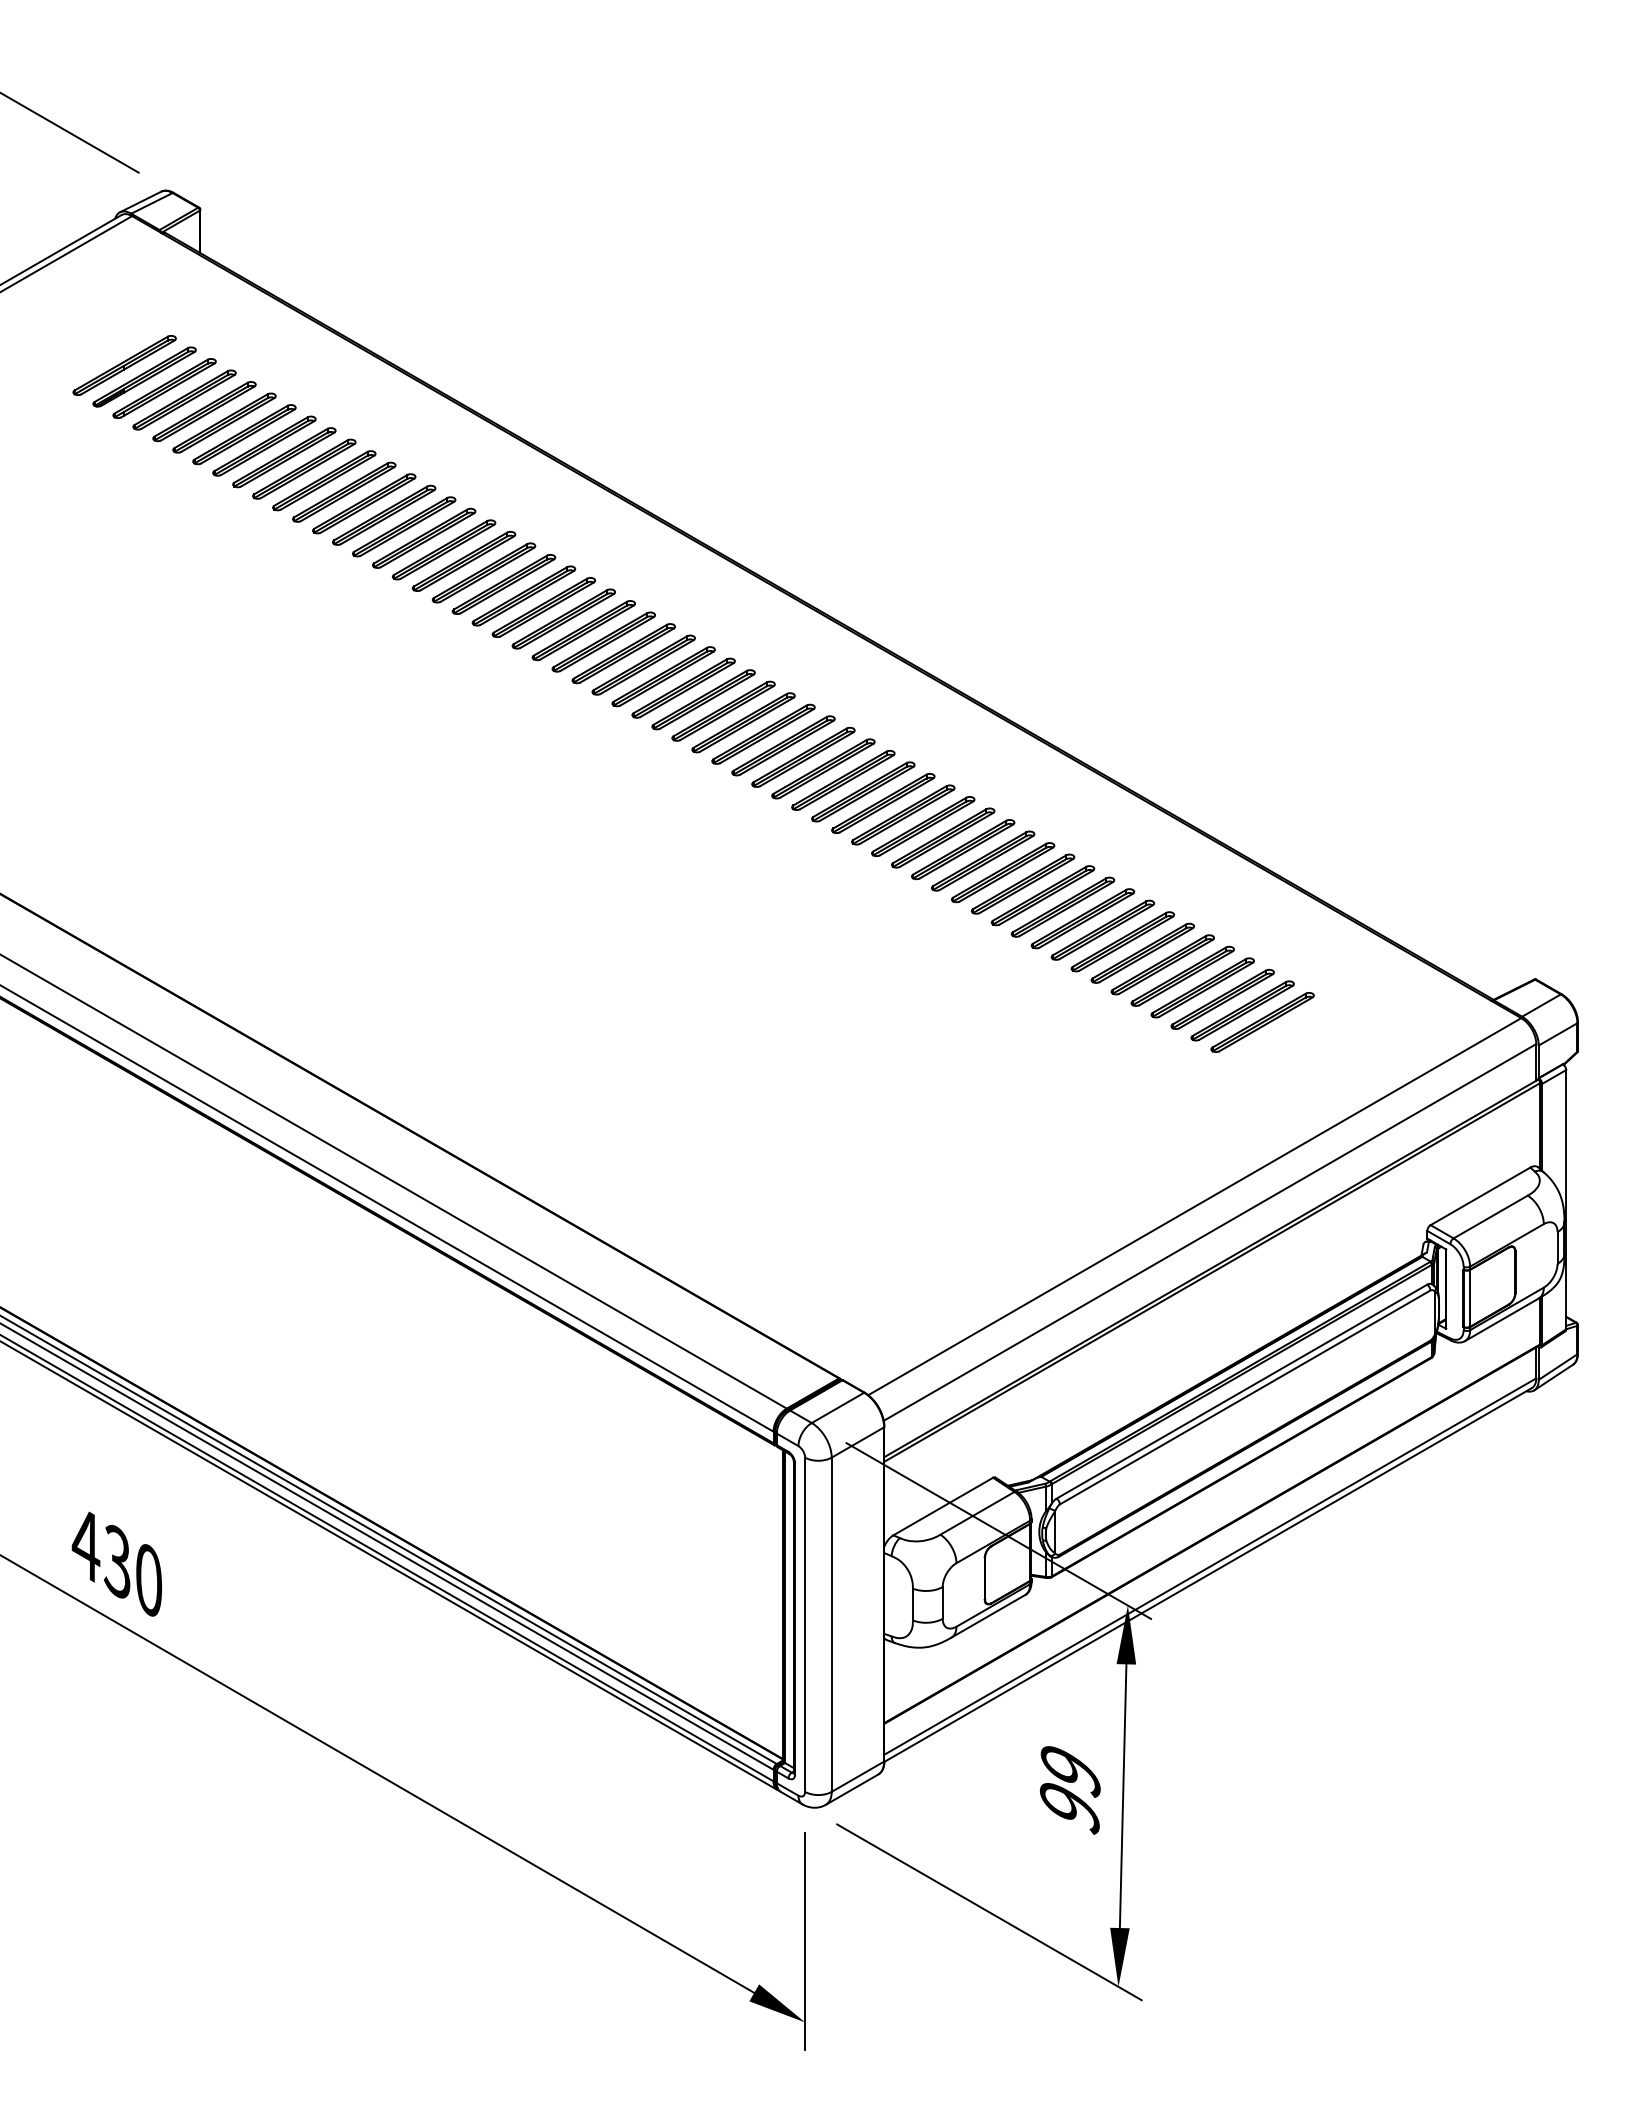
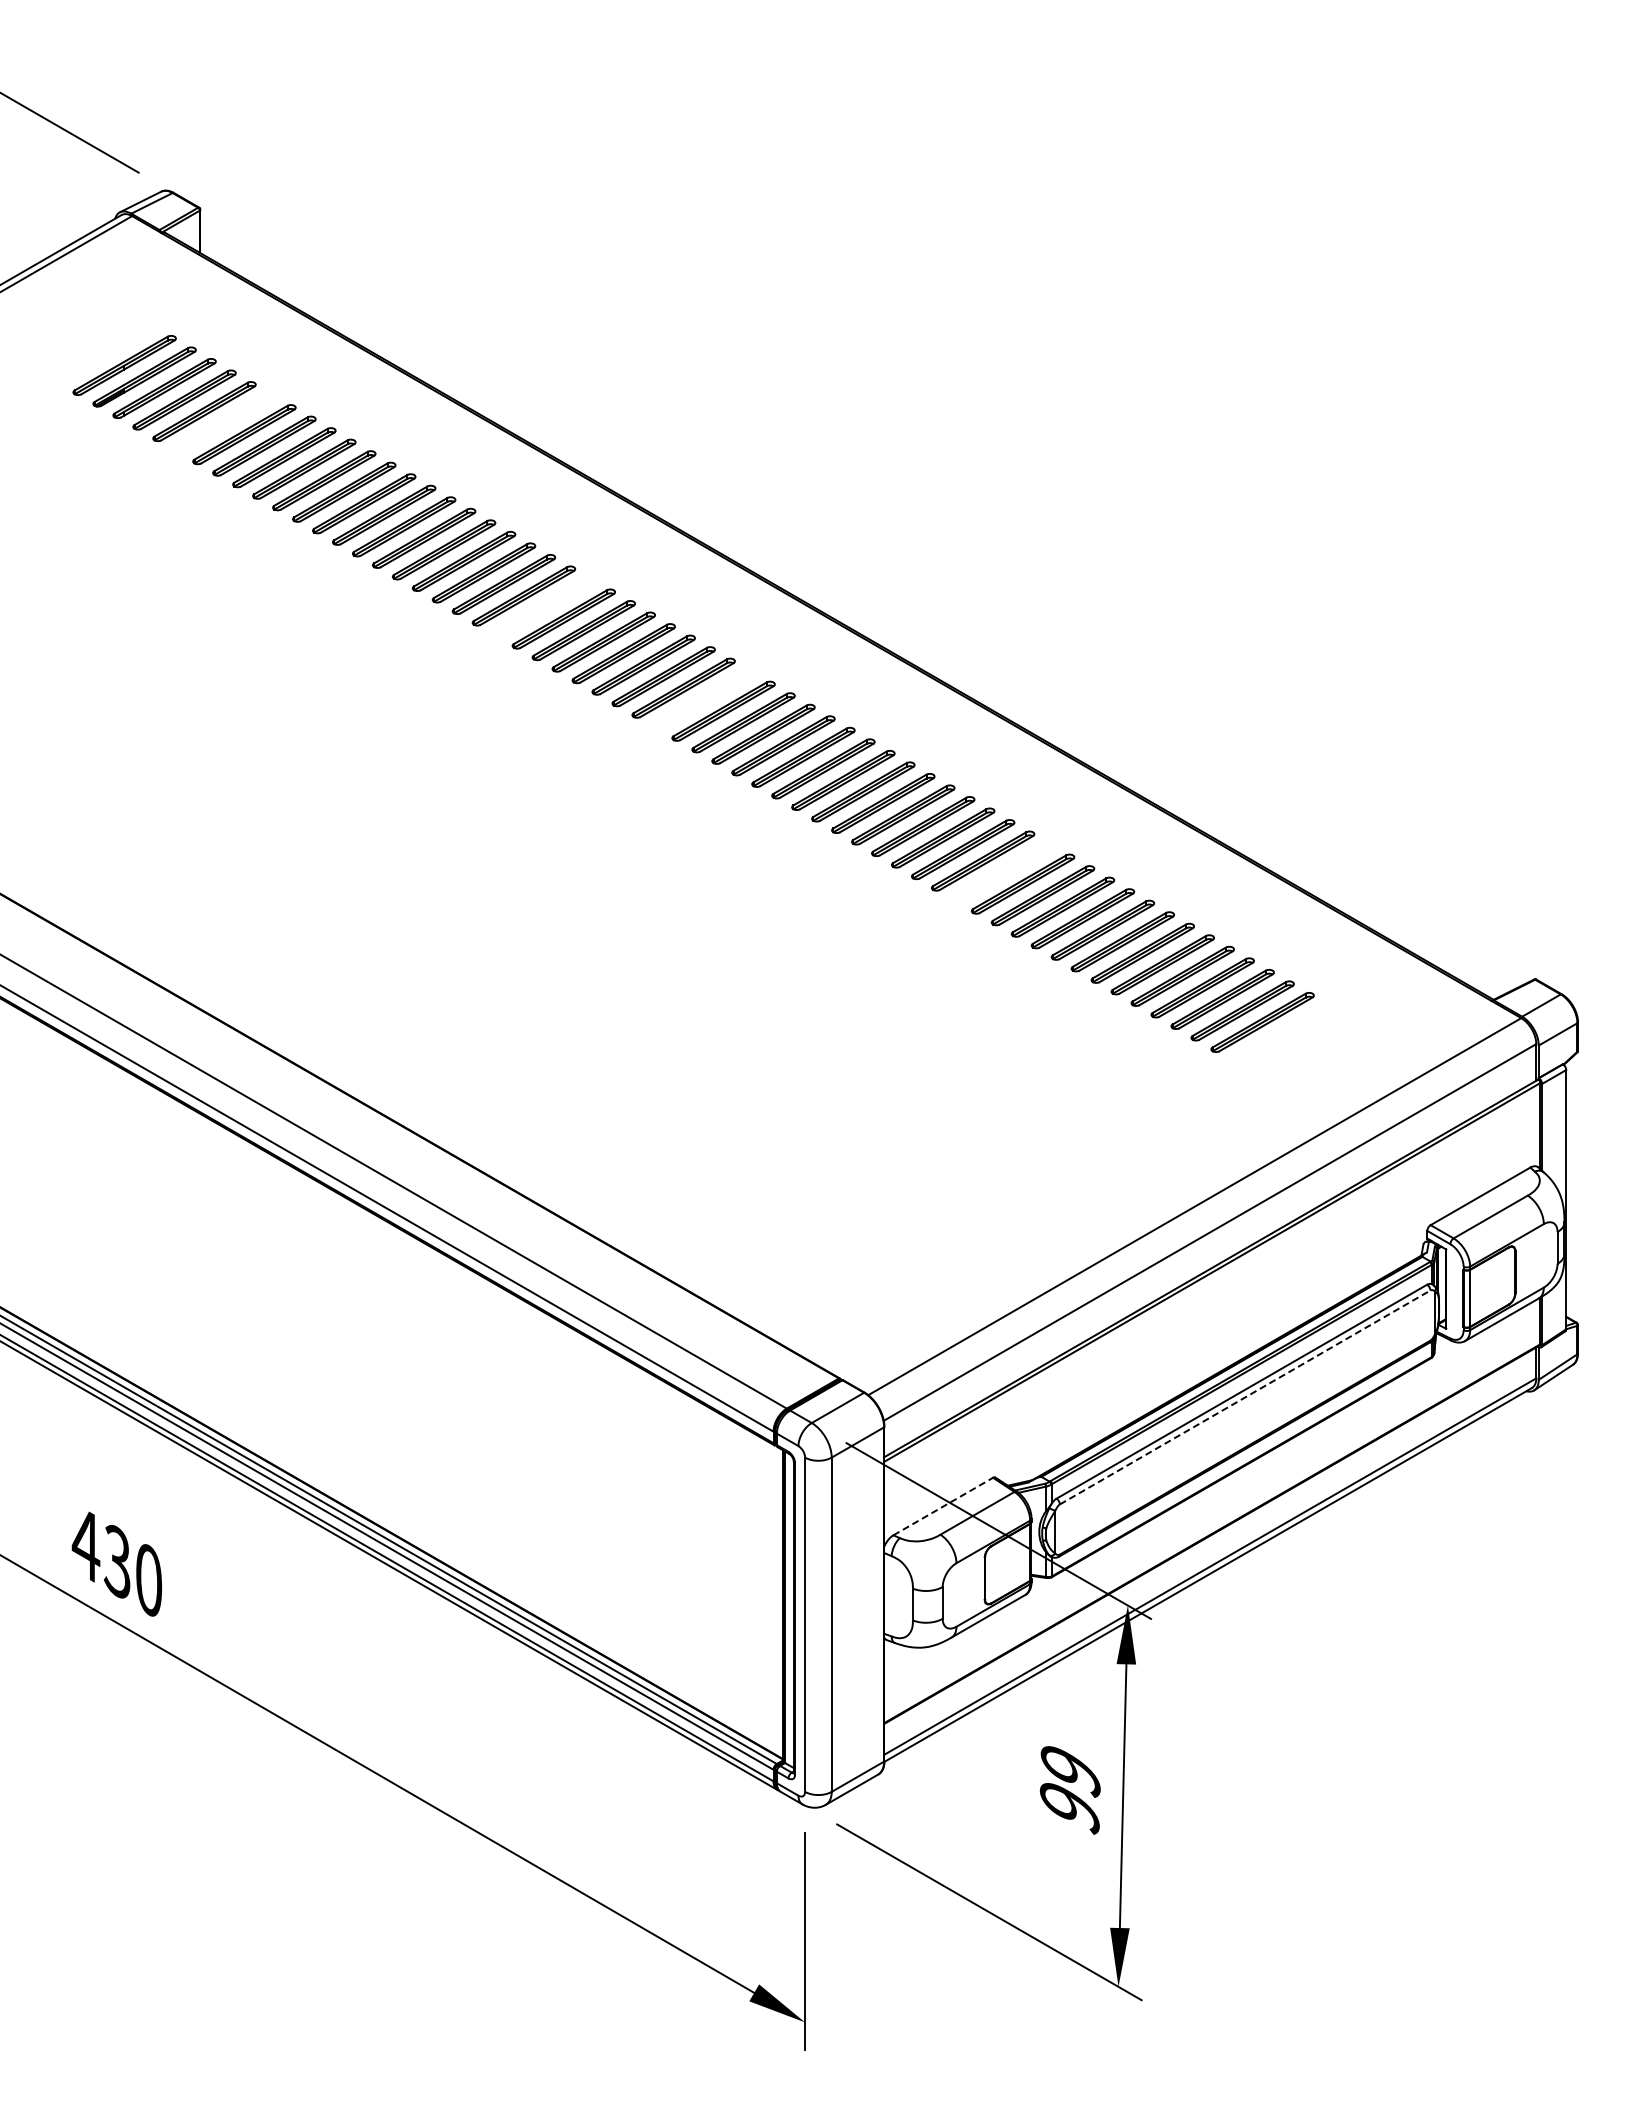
part at (224, 422): present -> none
part at (543, 607): present -> none
part at (703, 699): present -> none
part at (1003, 872): present -> none
line at (1245, 1397): solid -> dashed
line at (943, 1506): solid -> dashed
